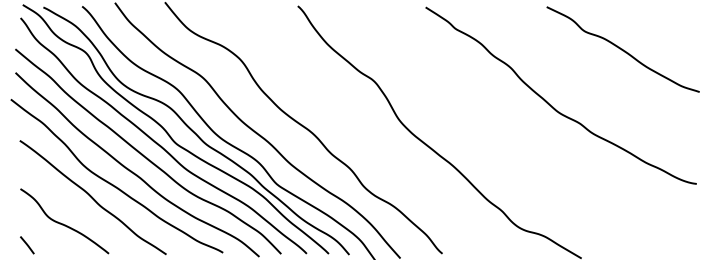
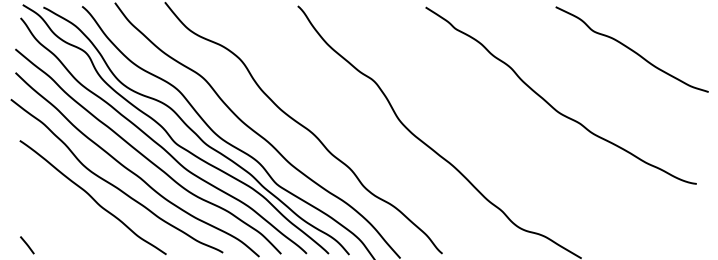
curve at (622, 49) position: (622, 49) -> (631, 49)
curve at (63, 223): present -> none
